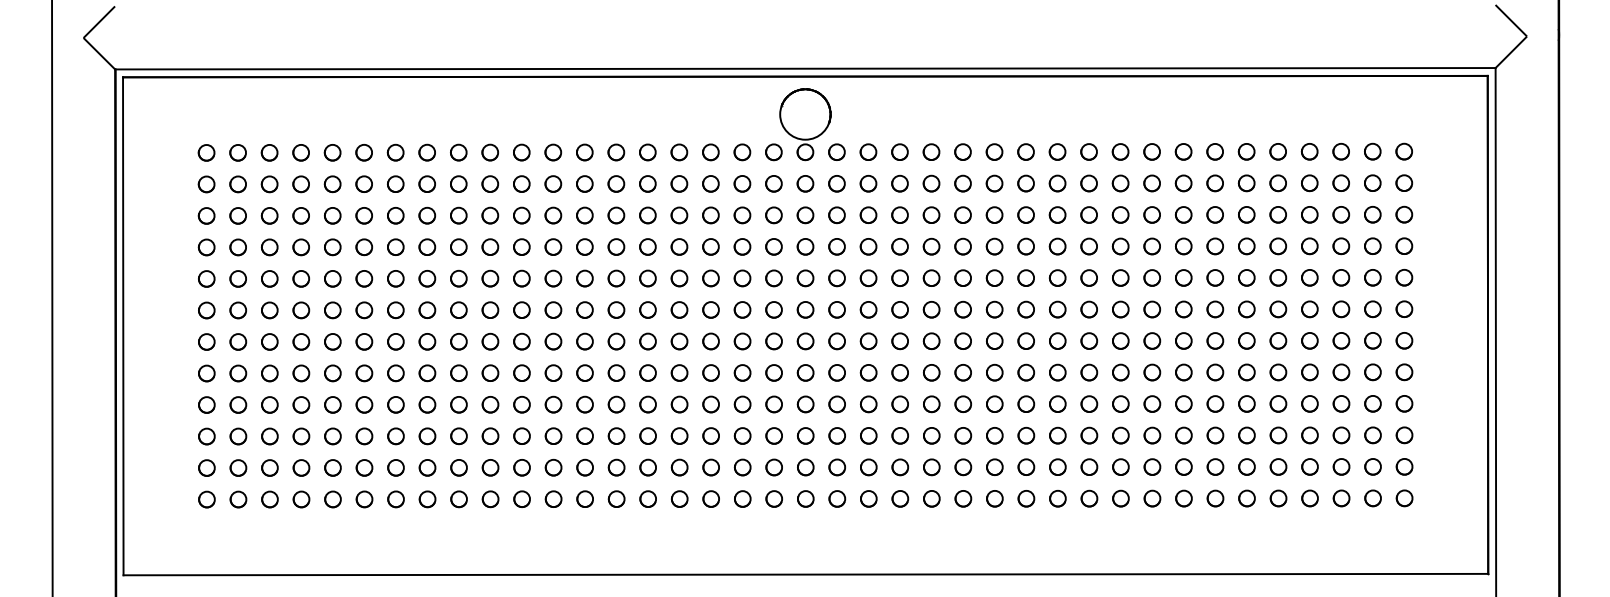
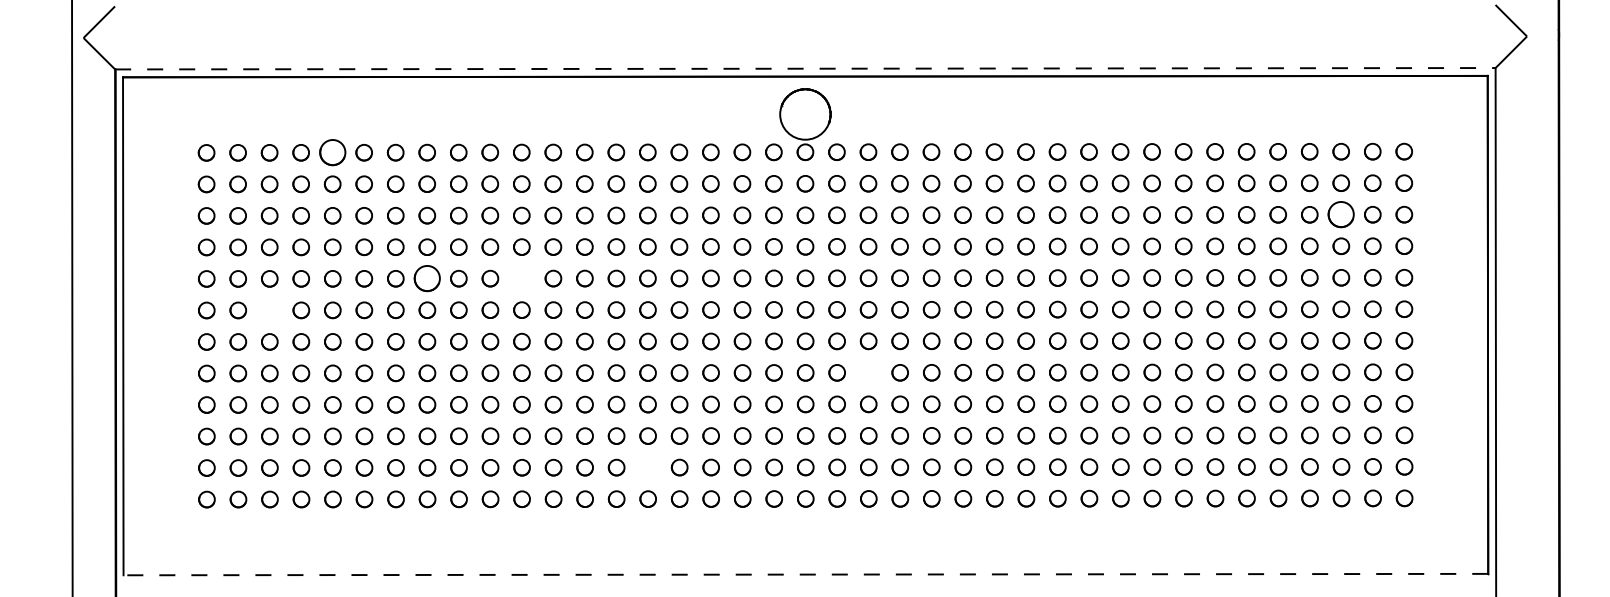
line at (805, 68): solid -> dashed
part at (332, 152) size: 19x18 px -> 28x28 px
part at (1341, 214) size: 19x18 px -> 28x28 px
part at (427, 278) size: 19x18 px -> 28x28 px
part at (521, 278): present -> none
line at (52, 297) position: (52, 297) -> (72, 297)
part at (269, 310): present -> none
part at (868, 372): present -> none
part at (647, 467): present -> none
line at (805, 574): solid -> dashed
